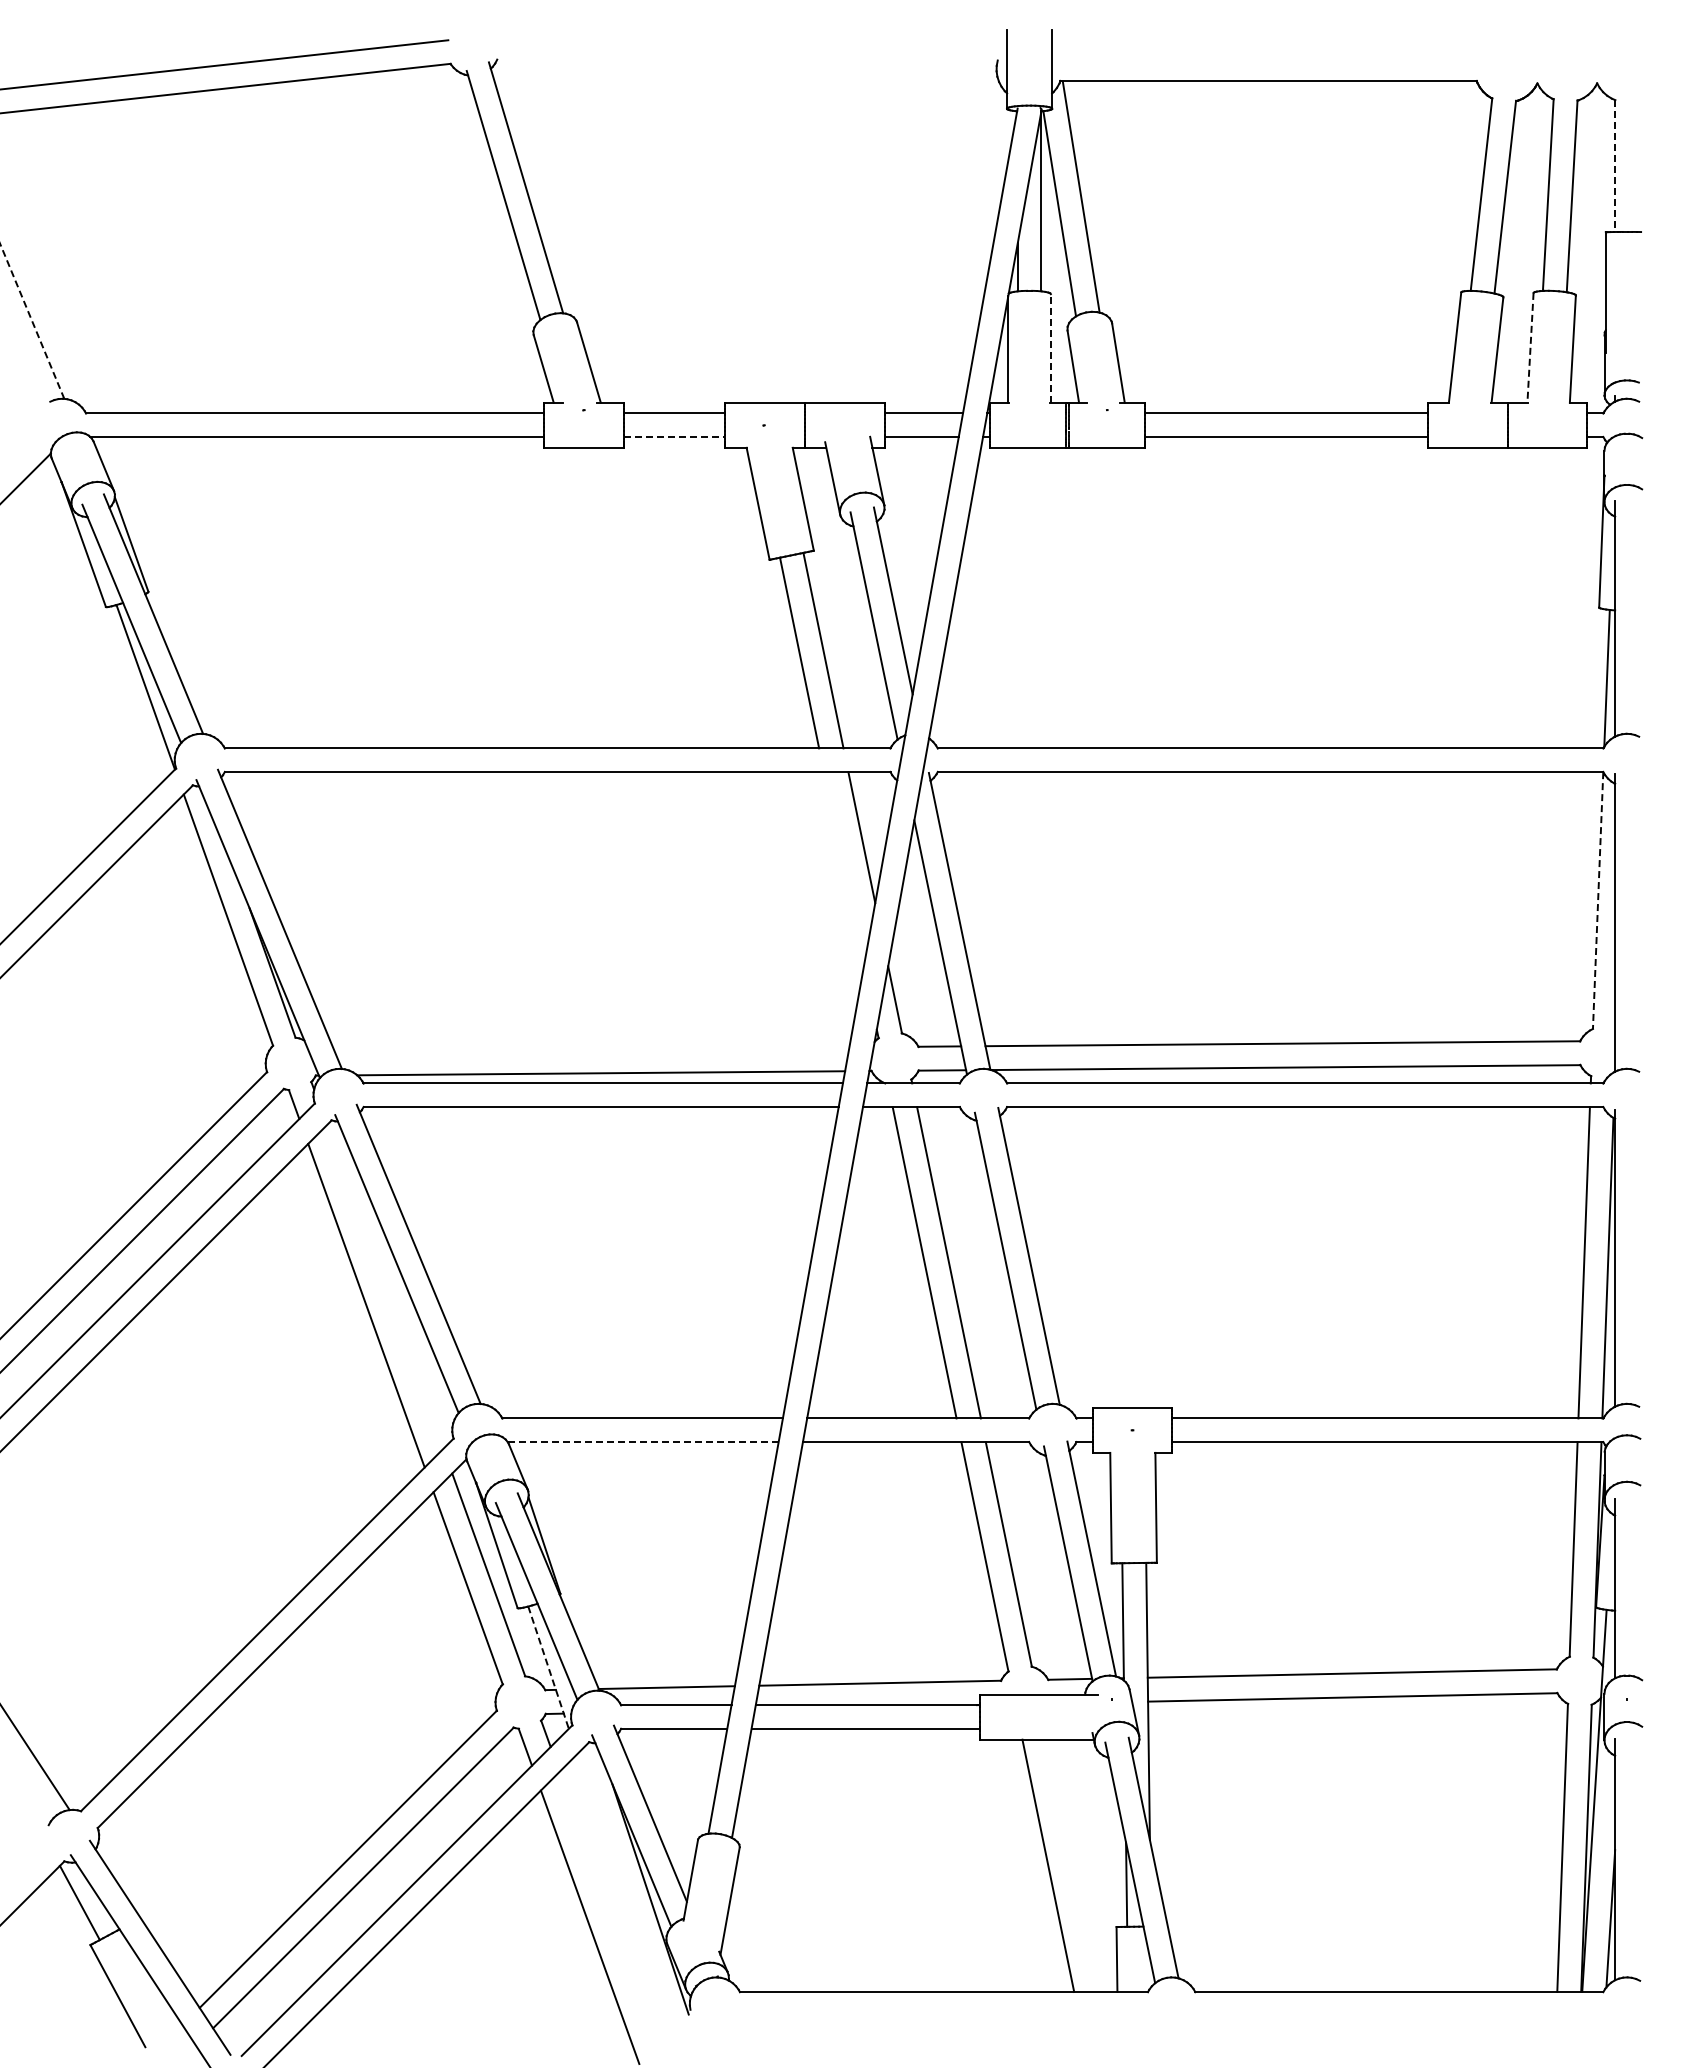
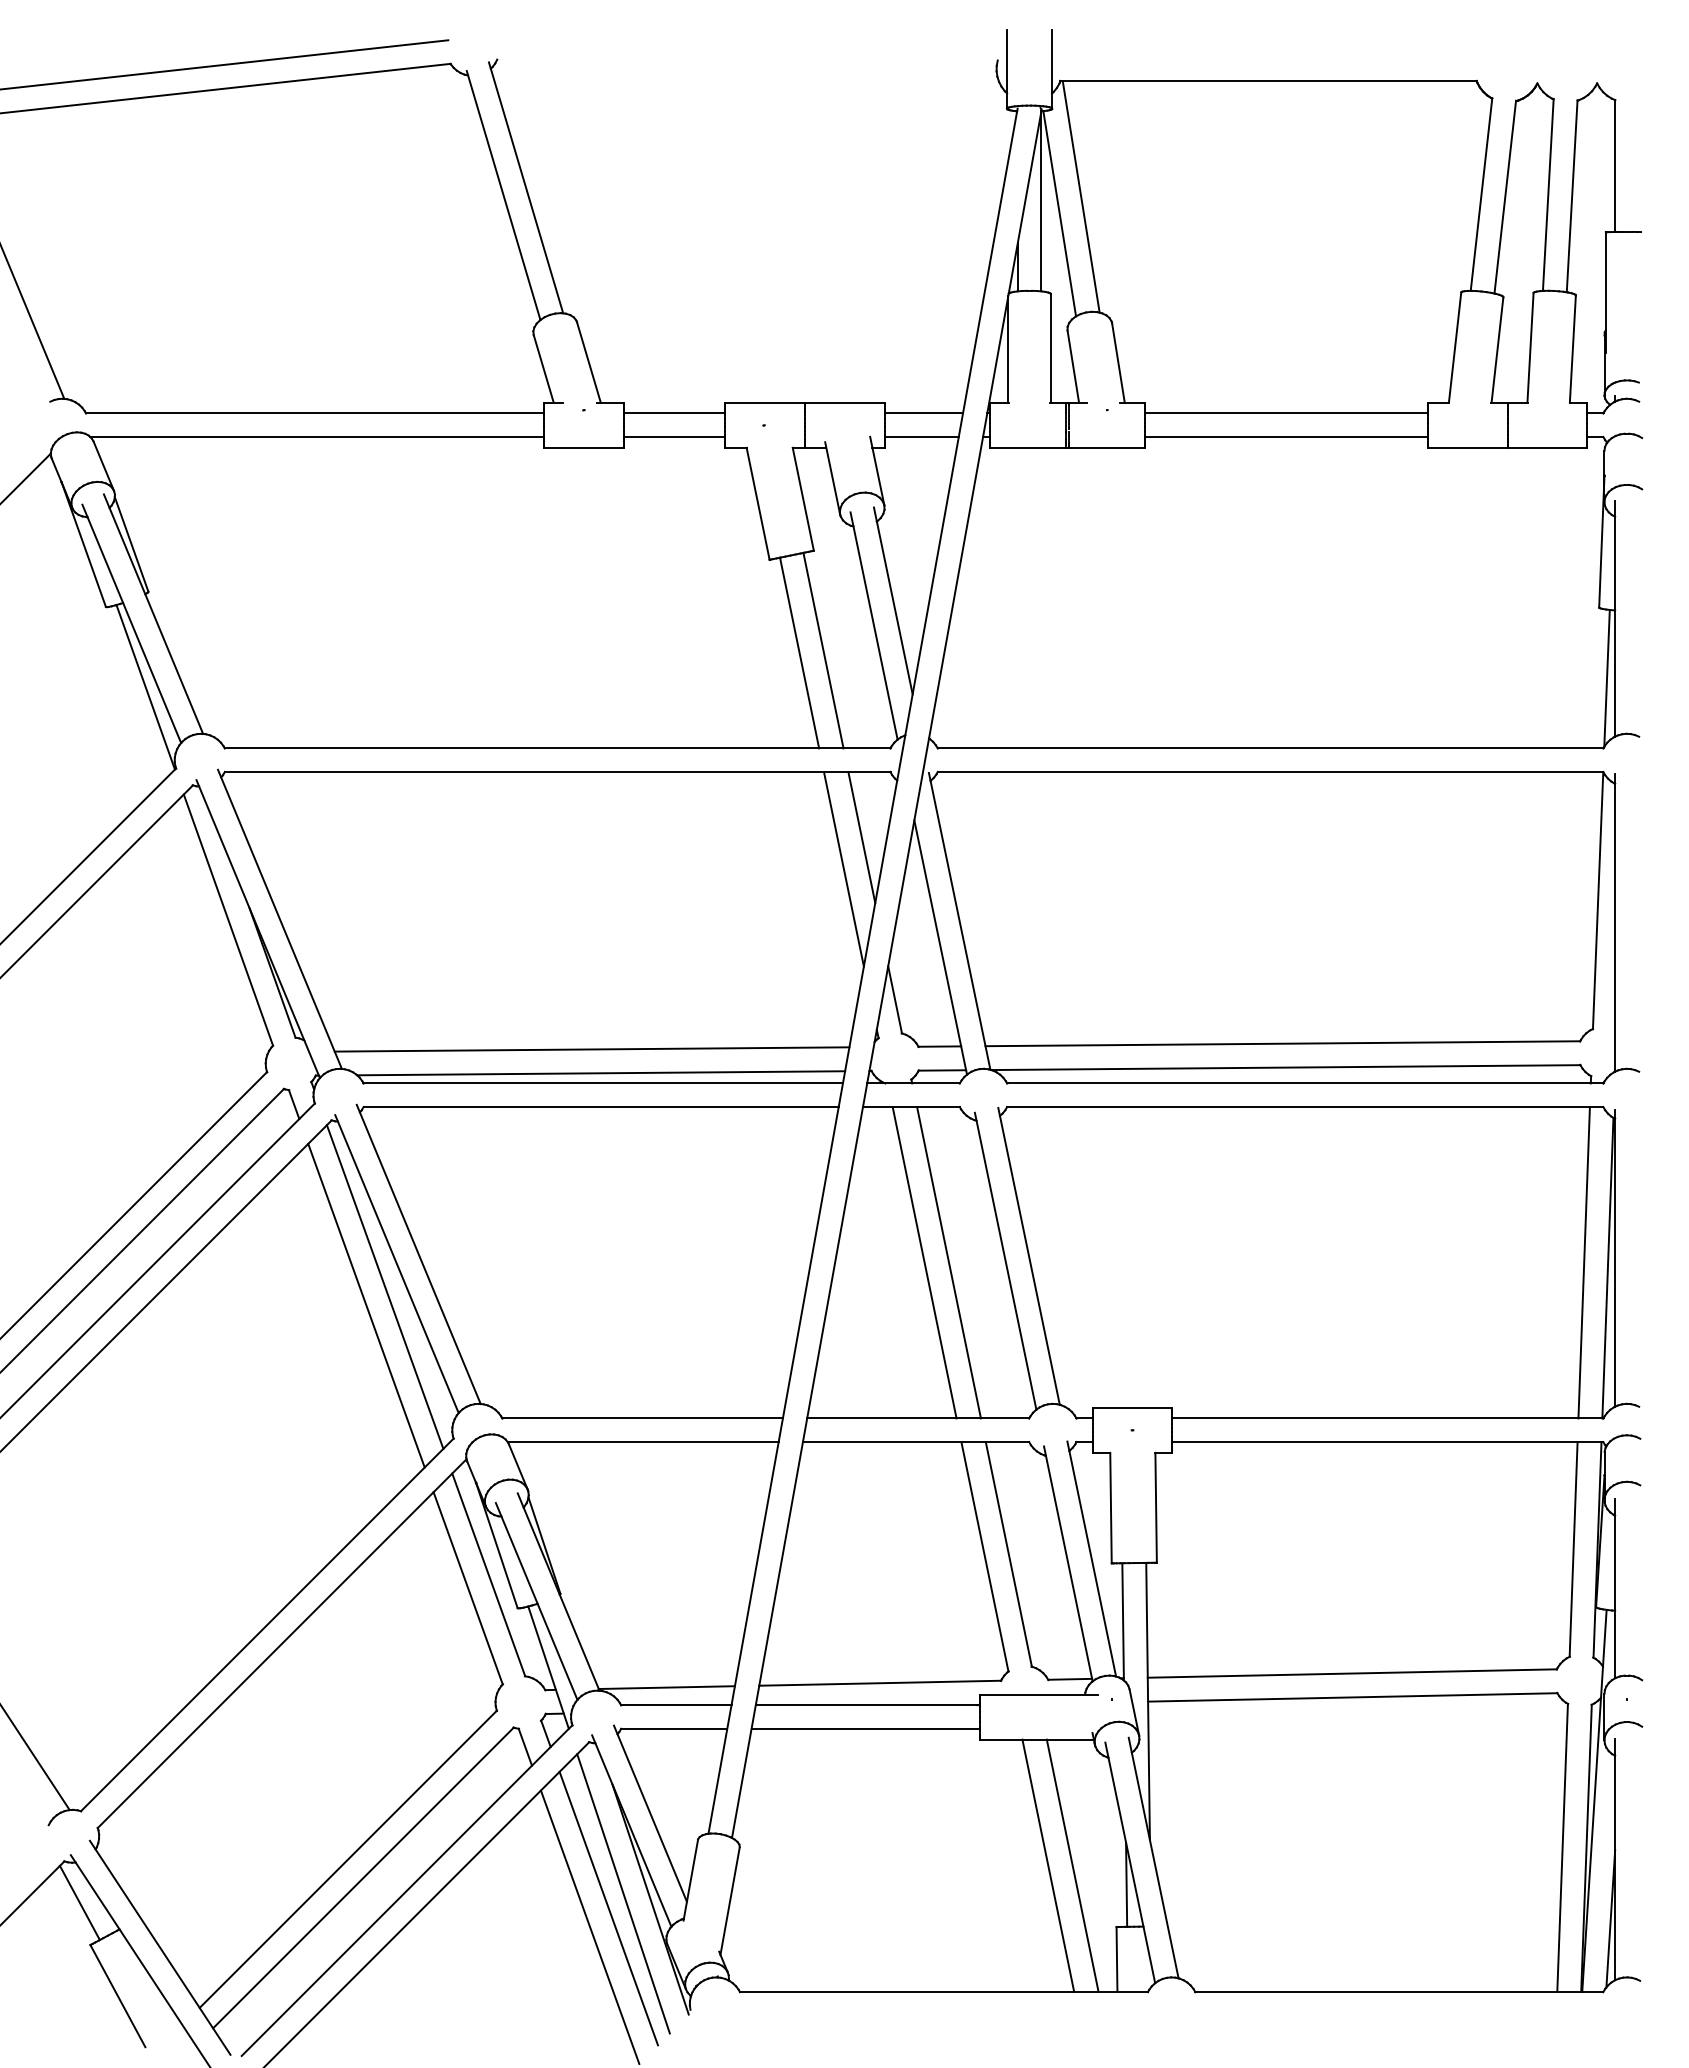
line at (1615, 166): dashed -> solid
line at (32, 321): dashed -> solid
line at (1050, 347): dashed -> solid
line at (1530, 347): dashed -> solid
line at (674, 437): dashed -> solid
line at (843, 869): none -> present
line at (1598, 900): dashed -> solid
line at (591, 1049): none -> present
line at (384, 1286): none -> present
line at (643, 1442): dashed -> solid
line at (548, 1668): dashed -> solid
line at (1072, 1865): none -> present
line at (623, 1893): none -> present
line at (608, 1908): none -> present
